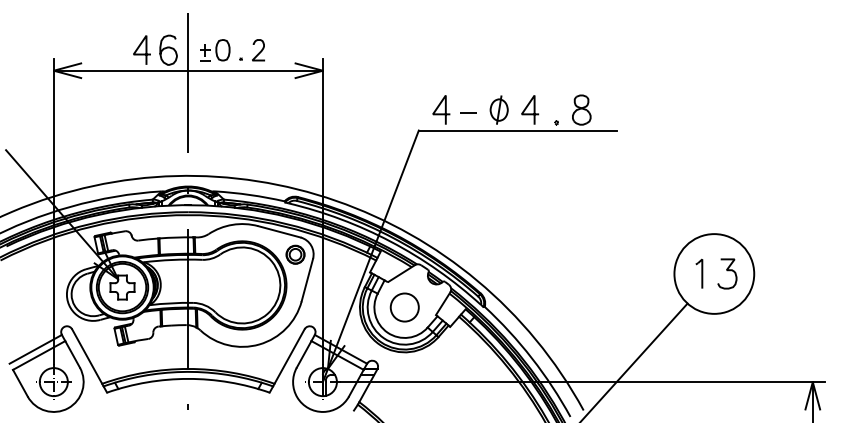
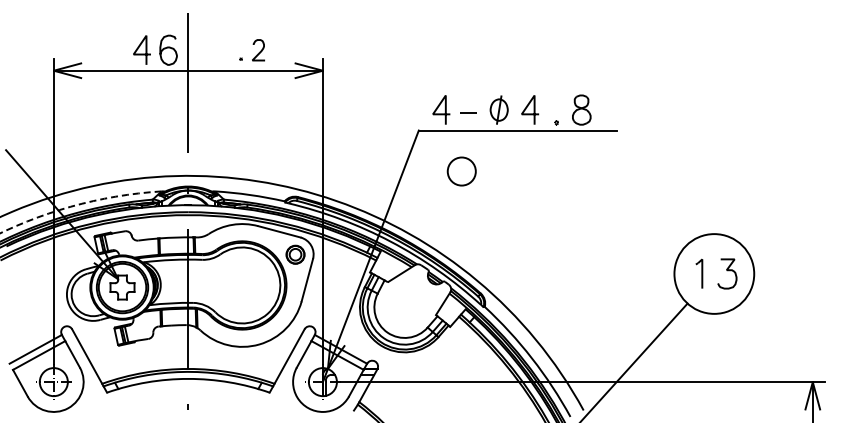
part at (215, 50): present -> none
arc at (79, 204): solid -> dashed
circle at (404, 307) position: (404, 307) -> (461, 171)
